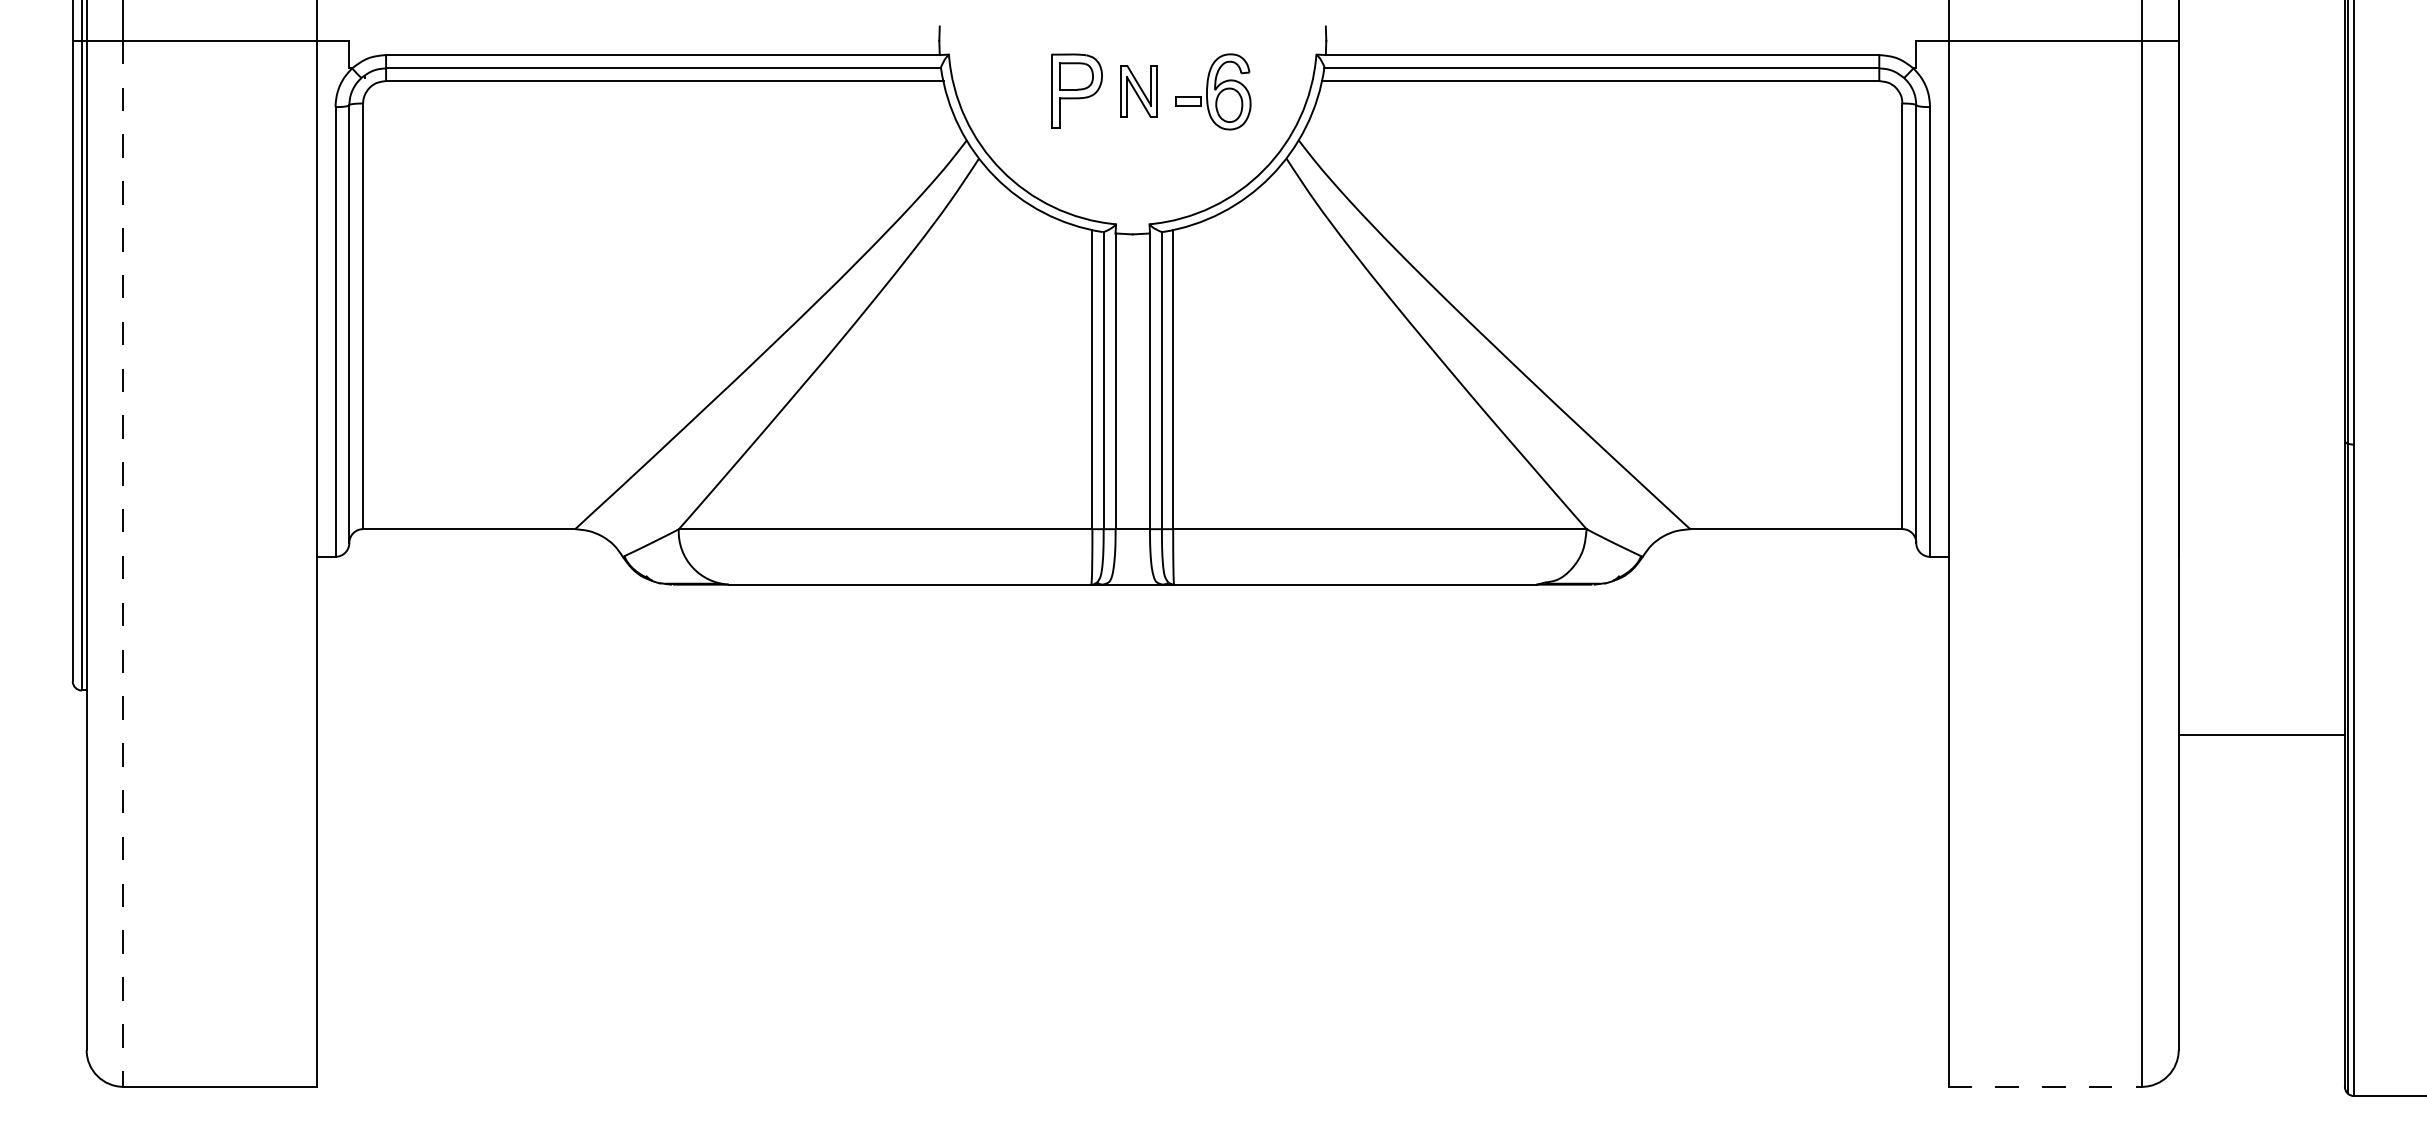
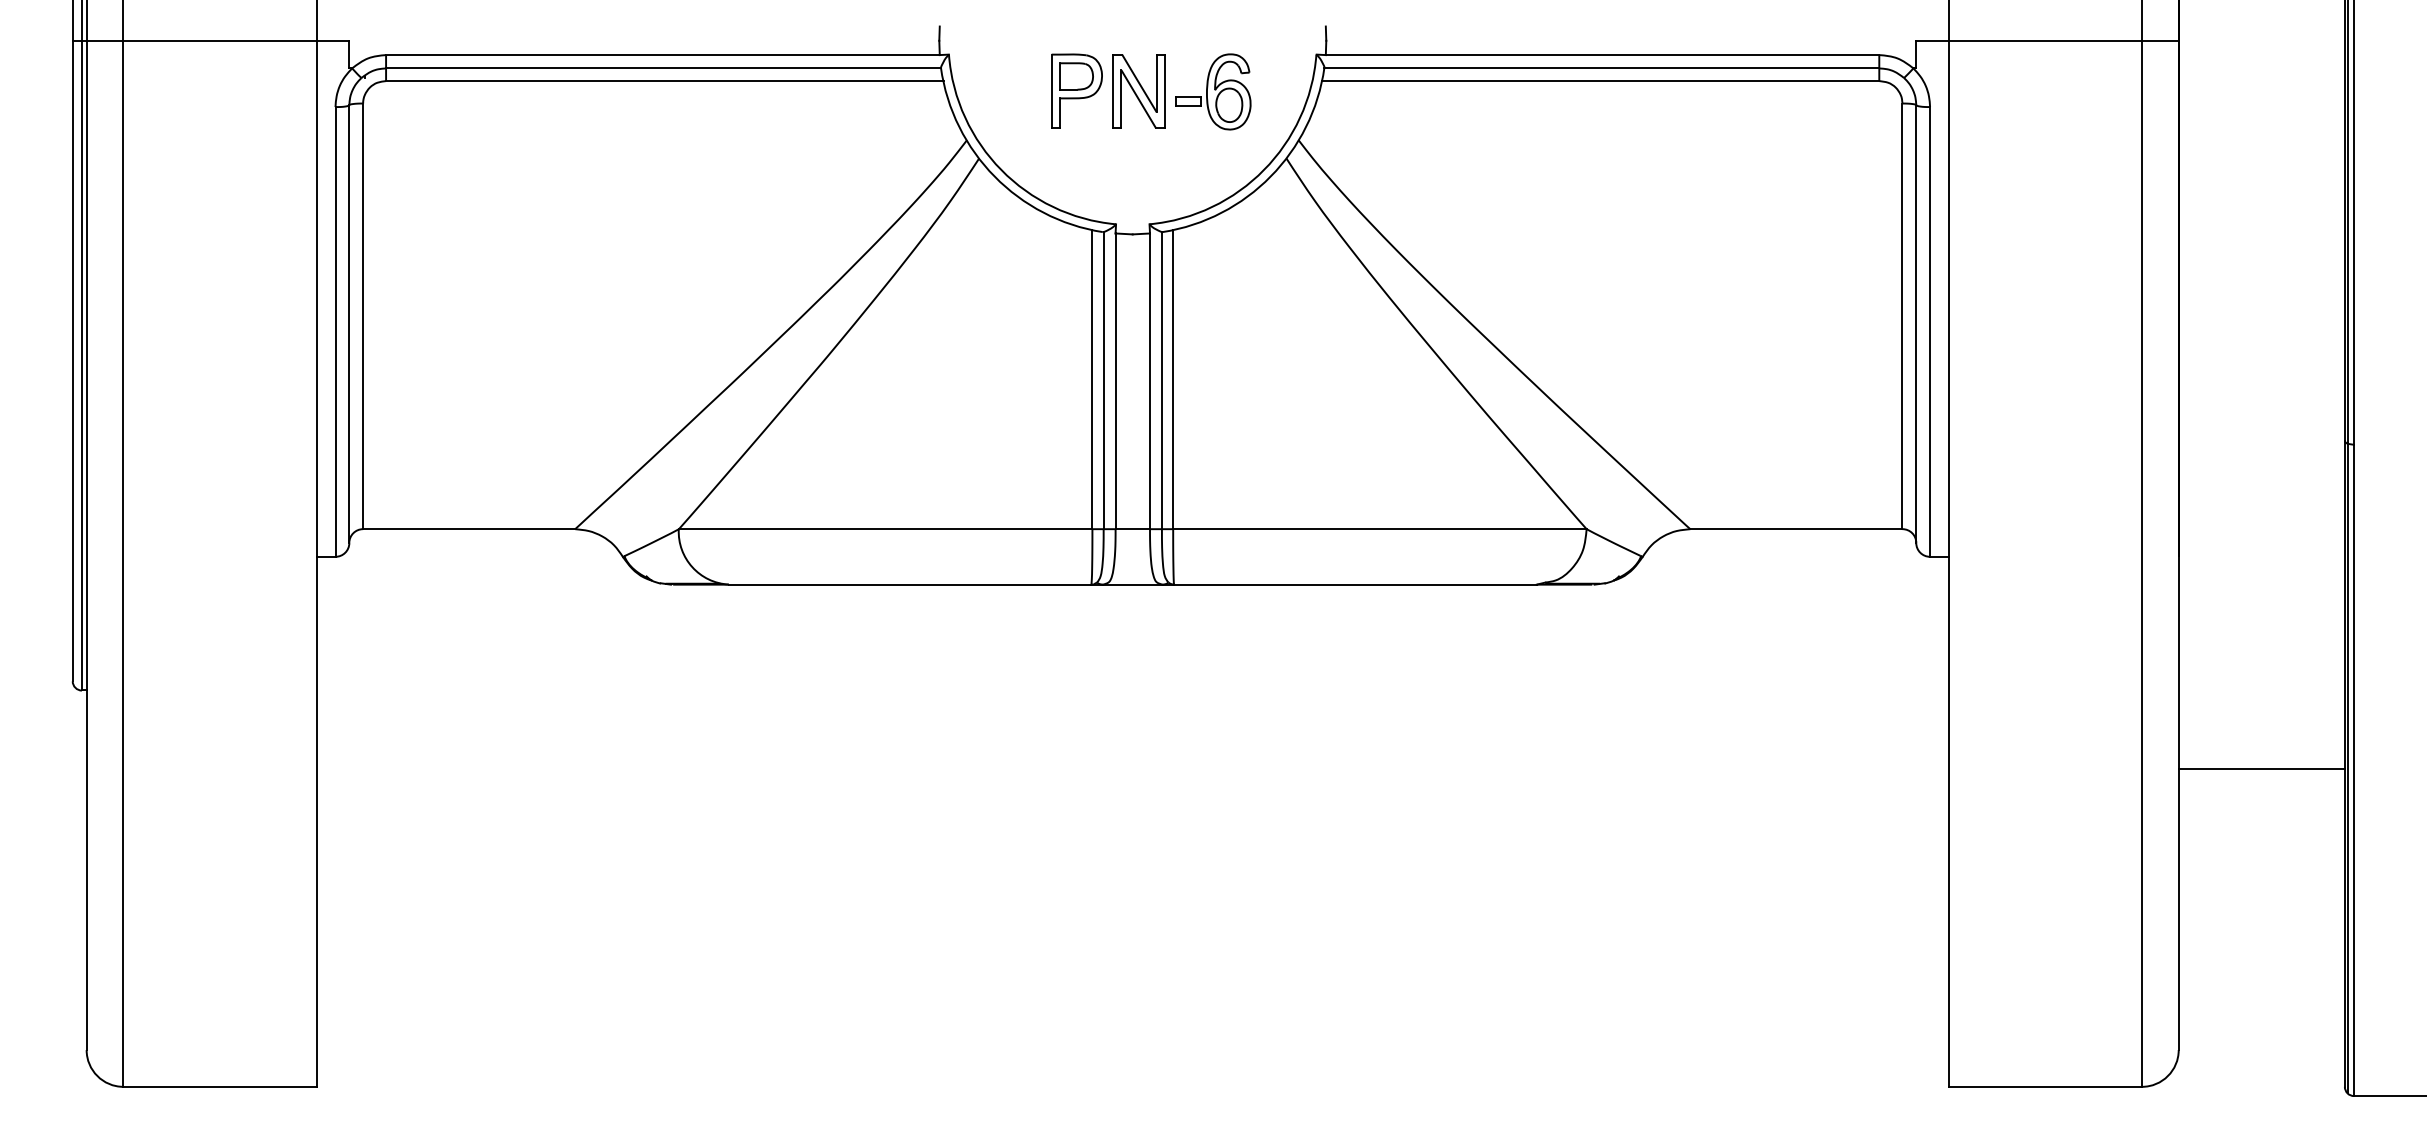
part at (1138, 91) size: 38x53 px -> 54x75 px
line at (123, 564): dashed -> solid
line at (2261, 734) position: (2261, 734) -> (2261, 768)
line at (2045, 1086): dashed -> solid
